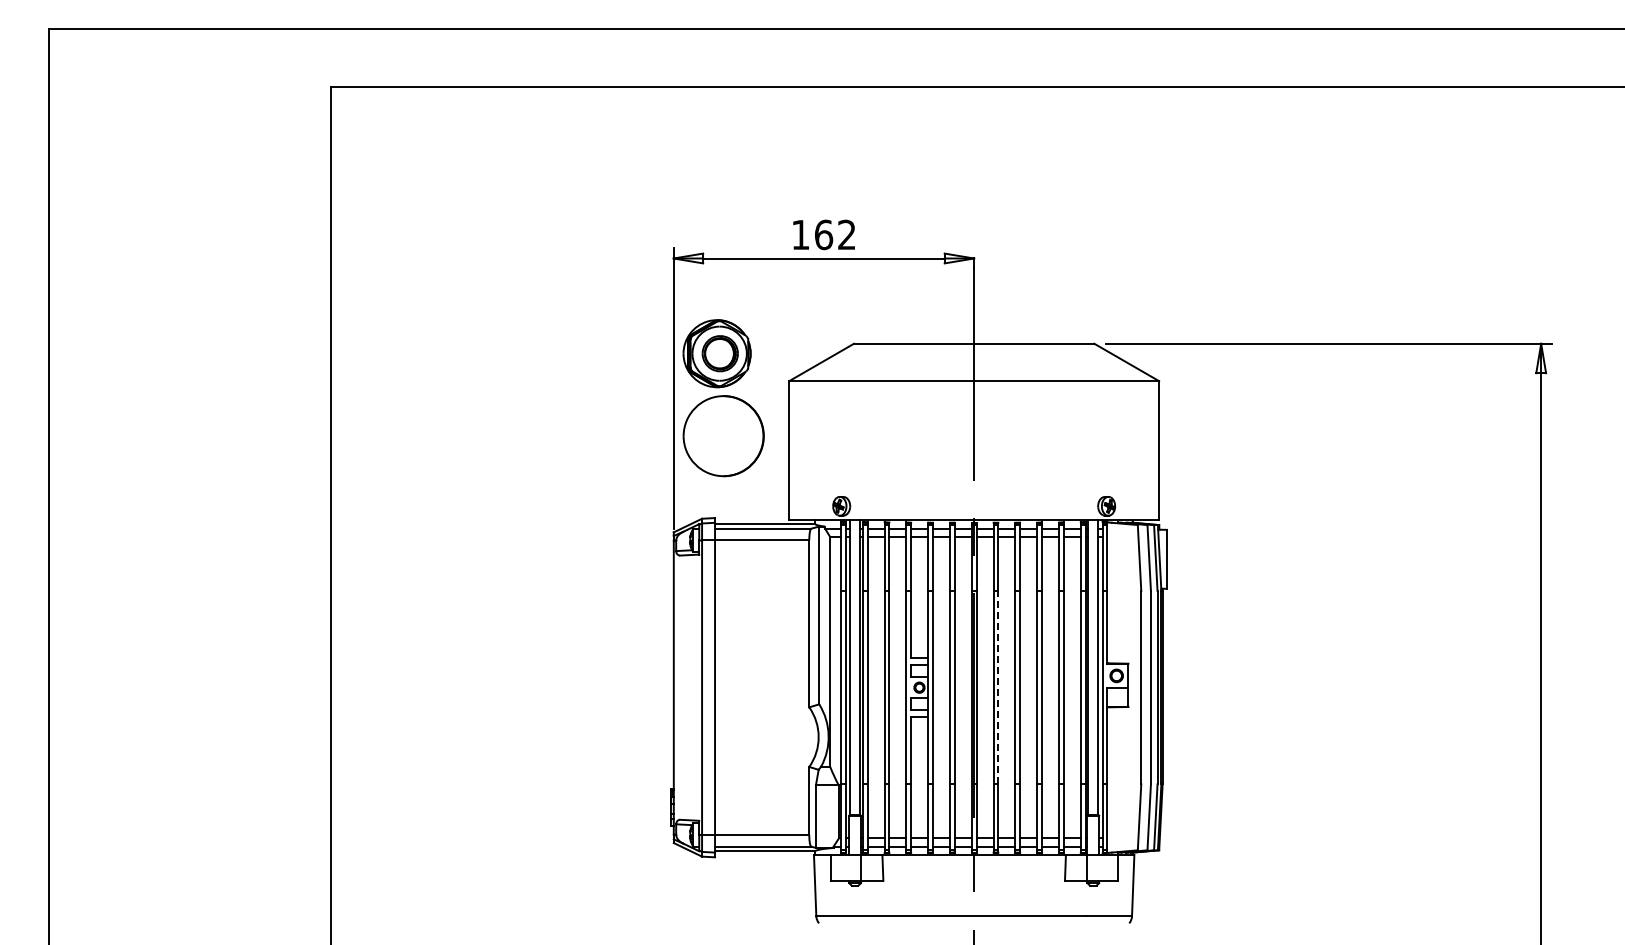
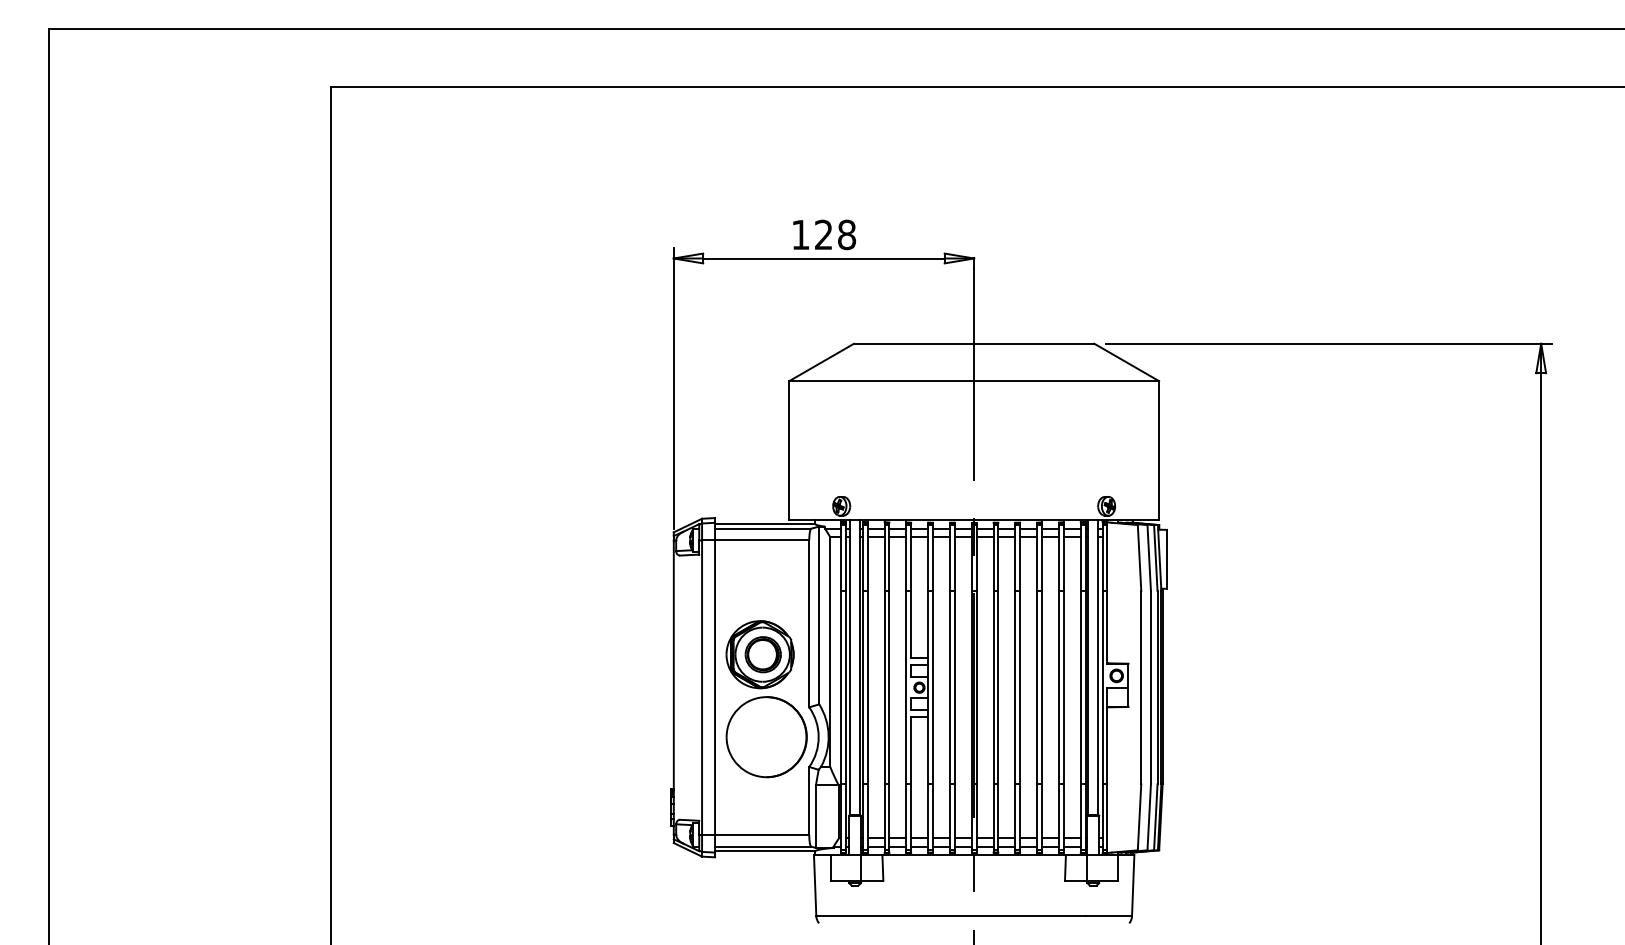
text at (835, 234): 162 -> 128
part at (723, 398) position: (723, 398) -> (766, 699)
line at (998, 687): dashed -> solid
